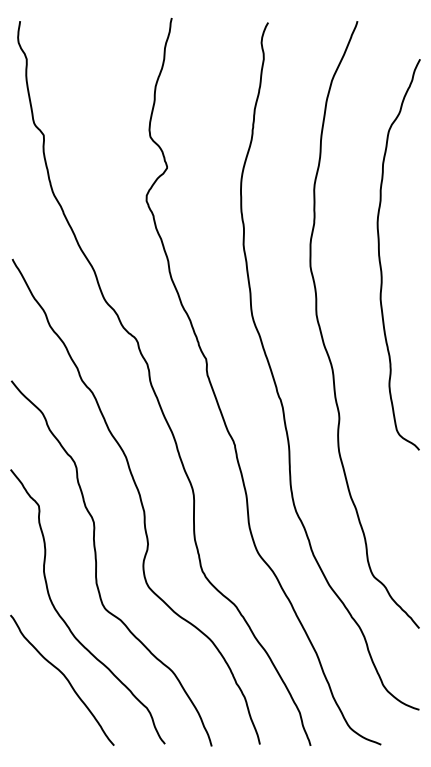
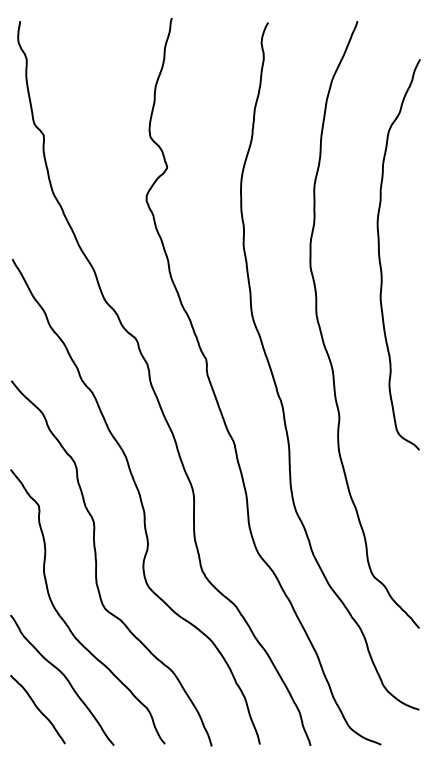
curve at (37, 709): none -> present
